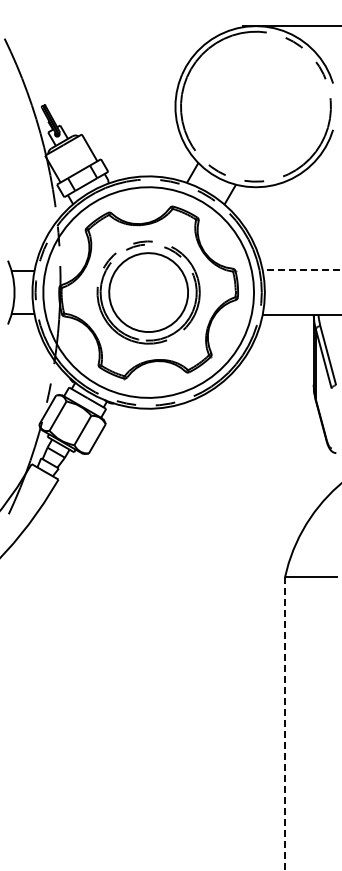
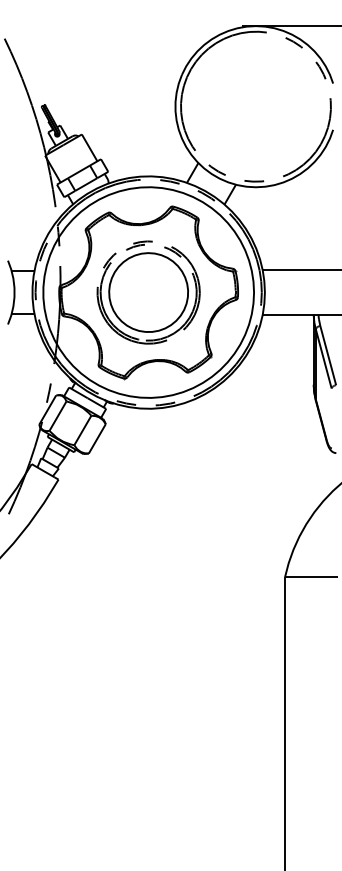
line at (301, 270): dashed -> solid
line at (285, 724): dashed -> solid
